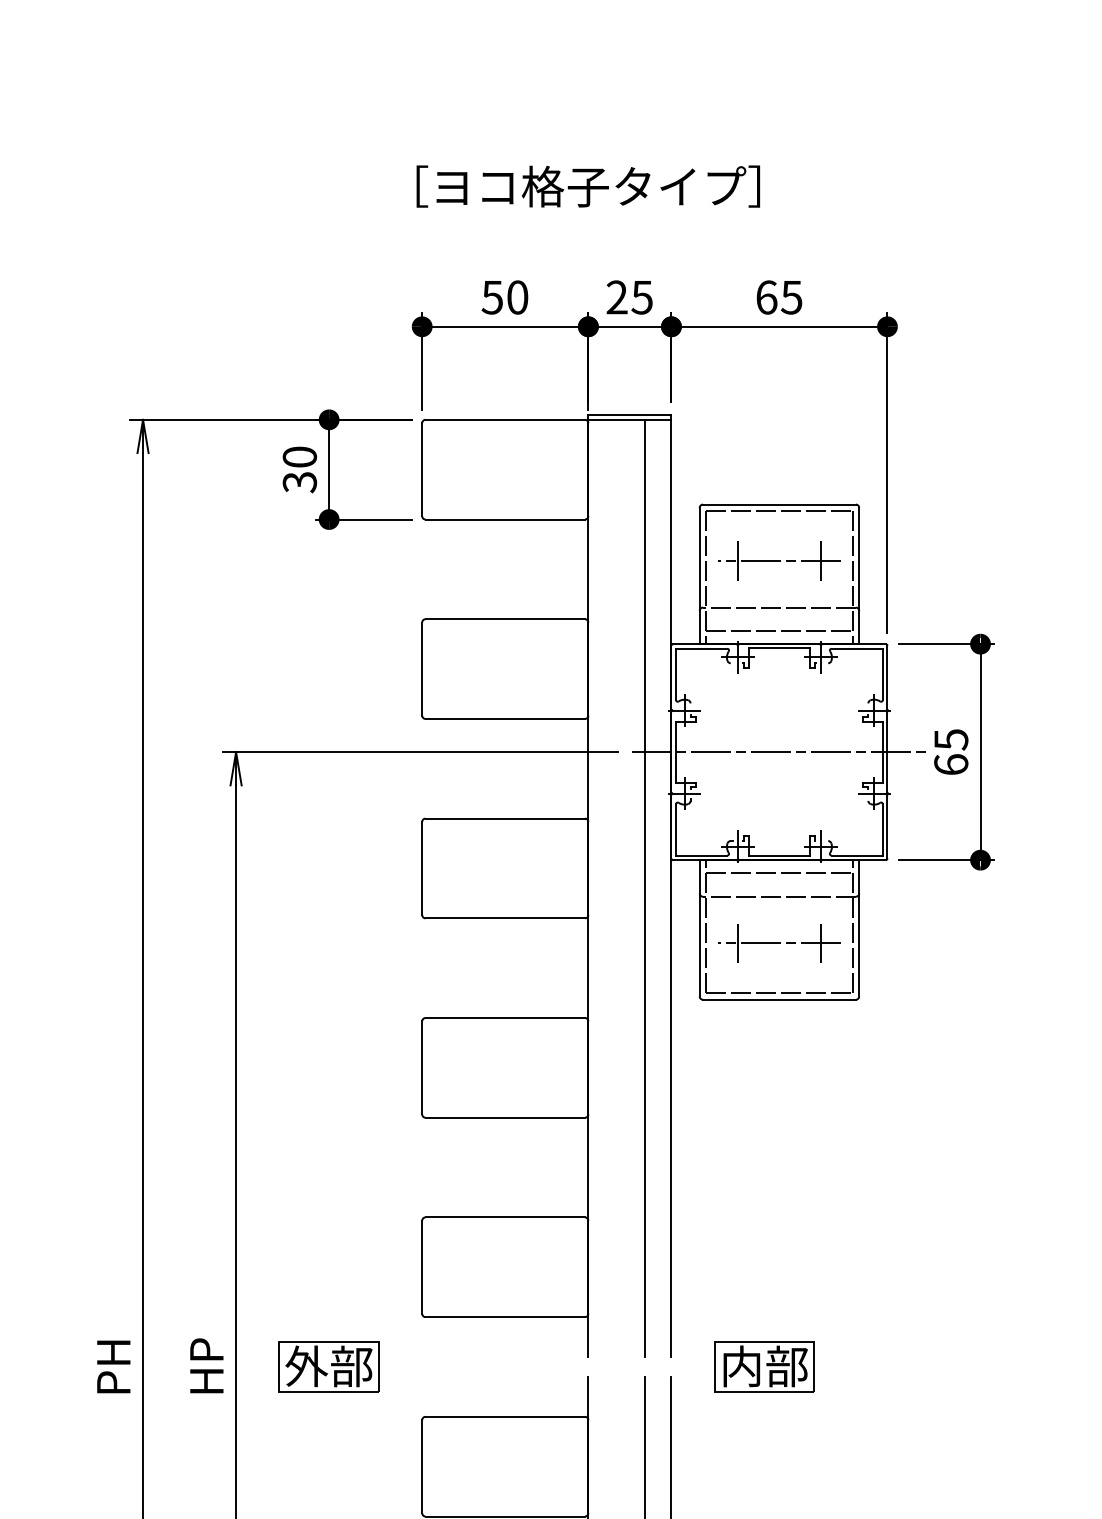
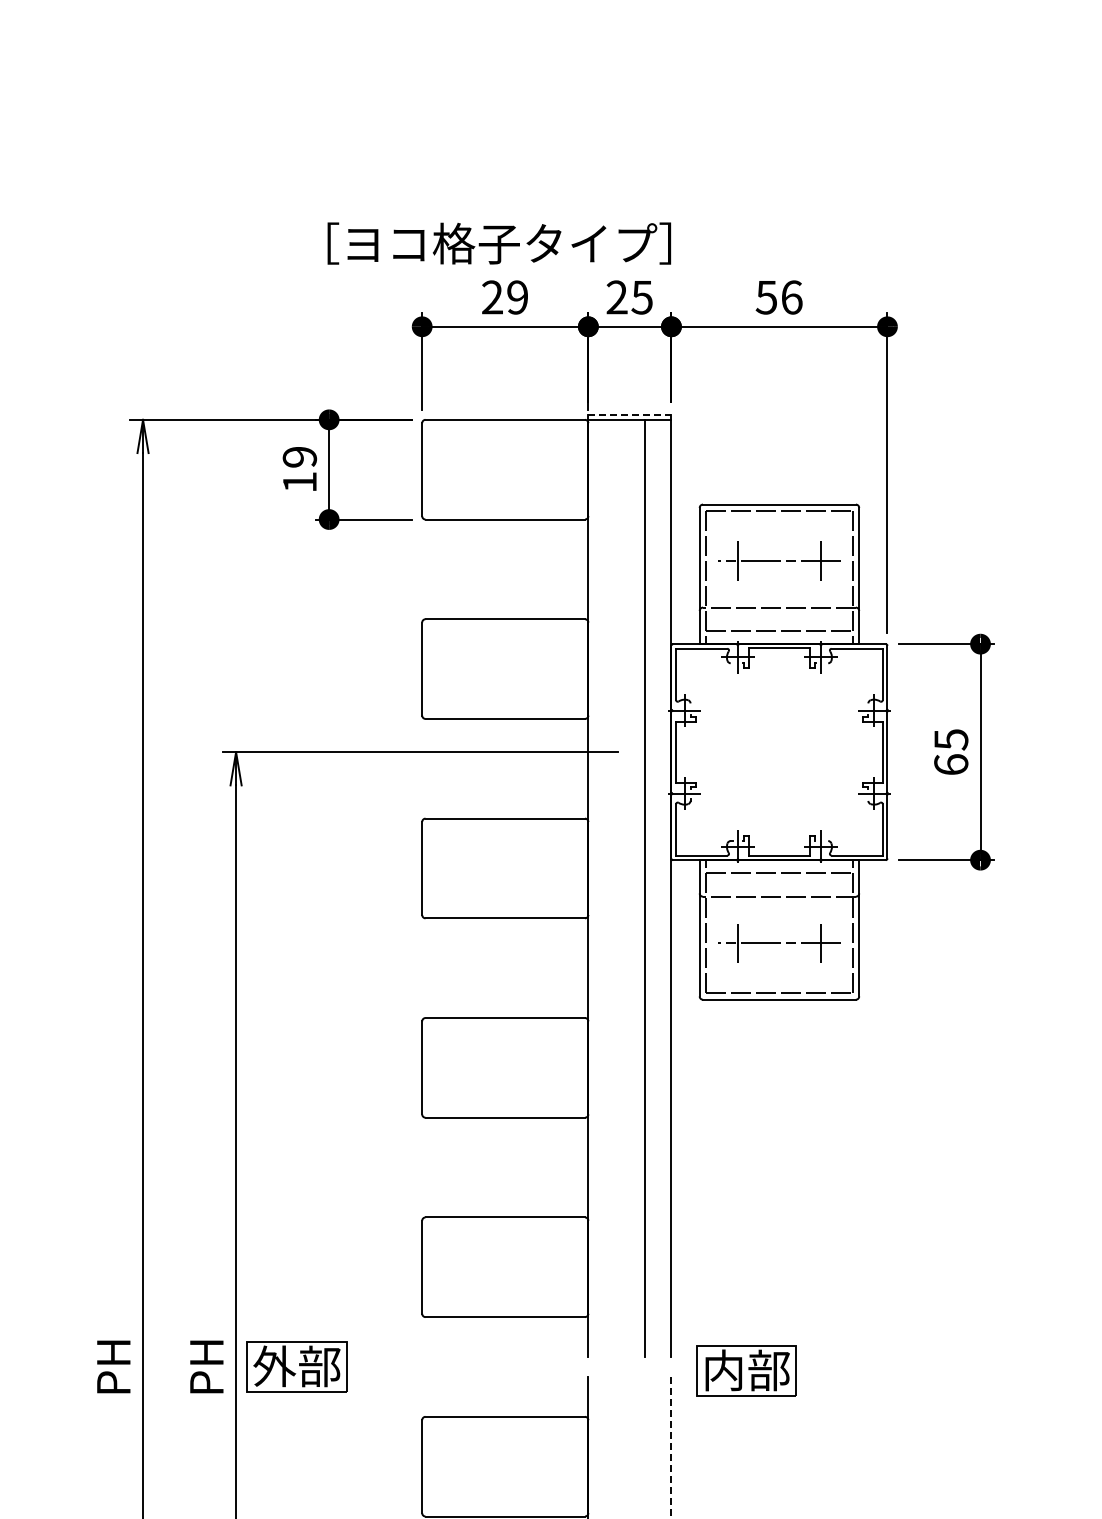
text at (588, 186) position: (588, 186) -> (499, 243)
text at (504, 297): 50 -> 29
text at (778, 297): 65 -> 56
line at (629, 414): solid -> dashed
text at (299, 469): 30 -> 19
line at (779, 752): present -> none
text at (206, 1363): HP -> PH
part at (328, 1366) position: (328, 1366) -> (296, 1366)
part at (764, 1366) position: (764, 1366) -> (746, 1370)
line at (644, 1445): present -> none
line at (671, 1447): solid -> dashed
